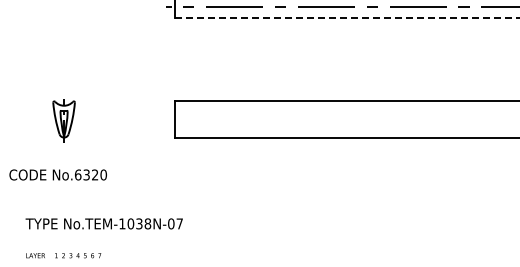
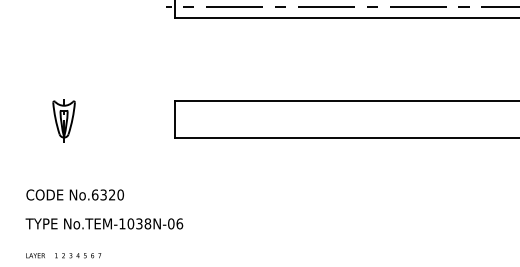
line at (348, 18): dashed -> solid
text at (57, 174) position: (57, 174) -> (74, 194)
text at (179, 223): No.TEM-1038N-07 -> No.TEM-1038N-06
